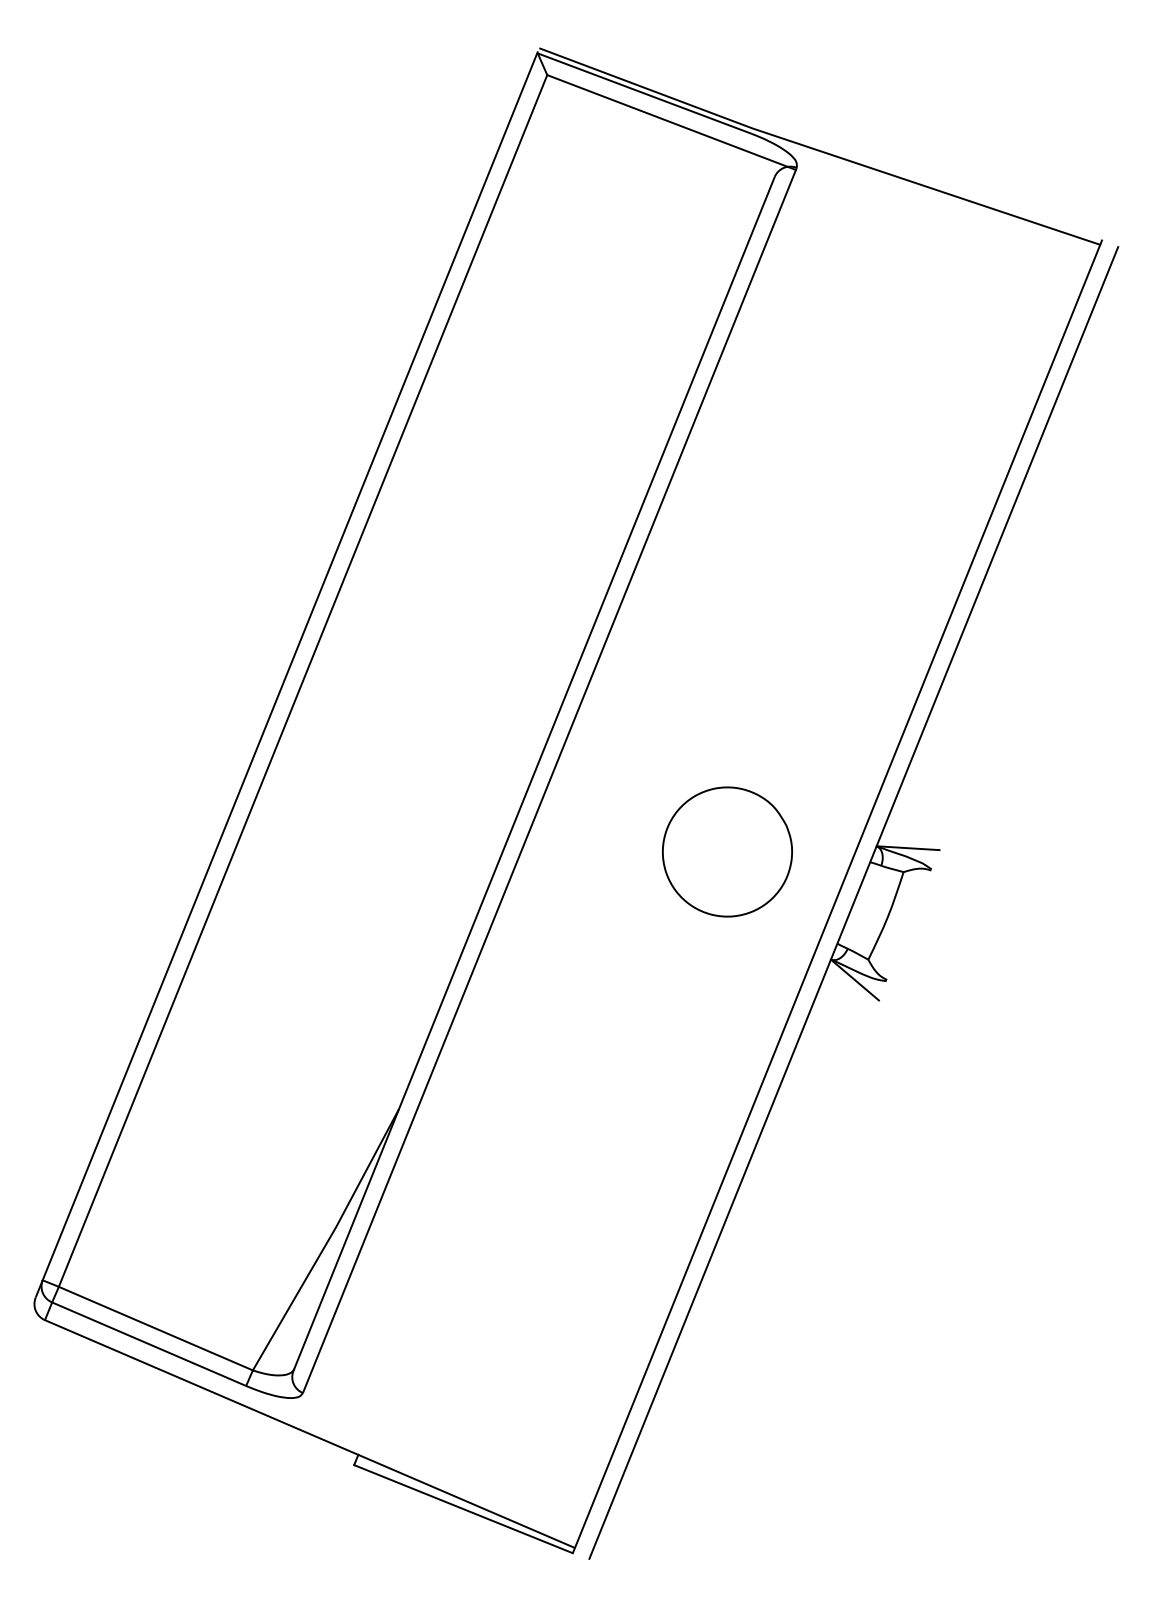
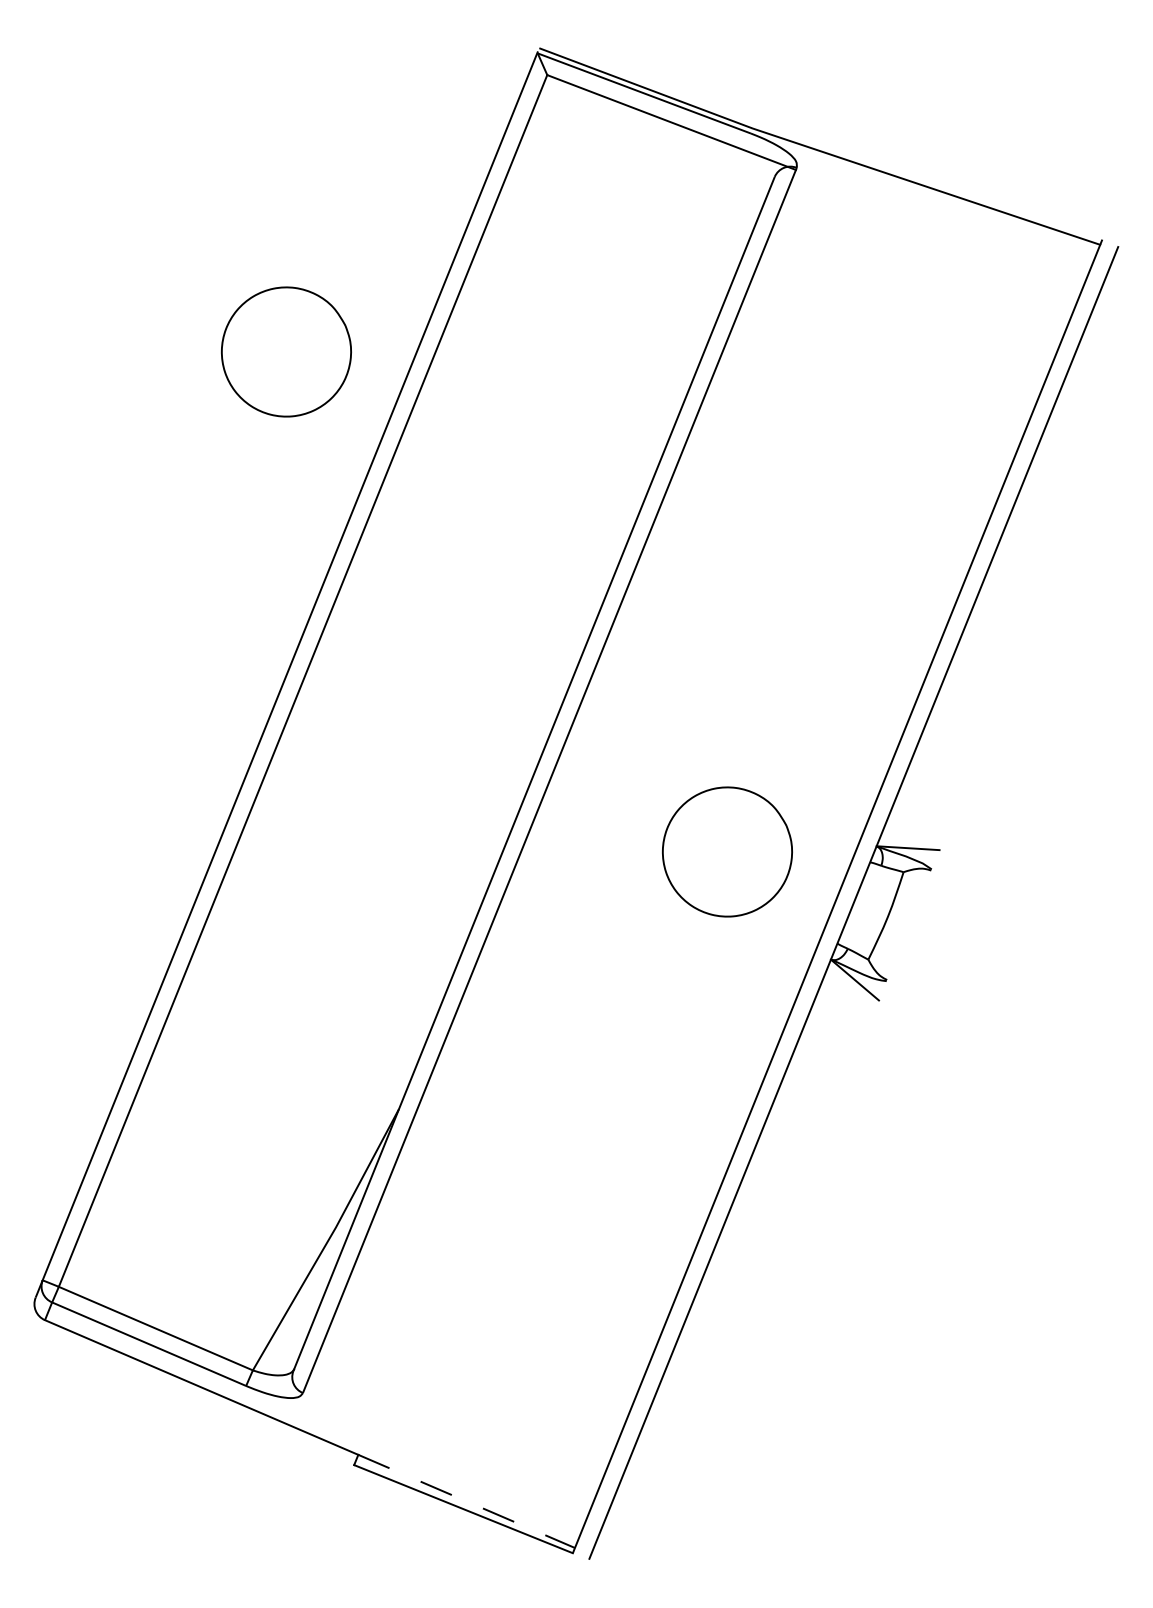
part at (286, 351): none -> present
line at (466, 1501): solid -> dashed
